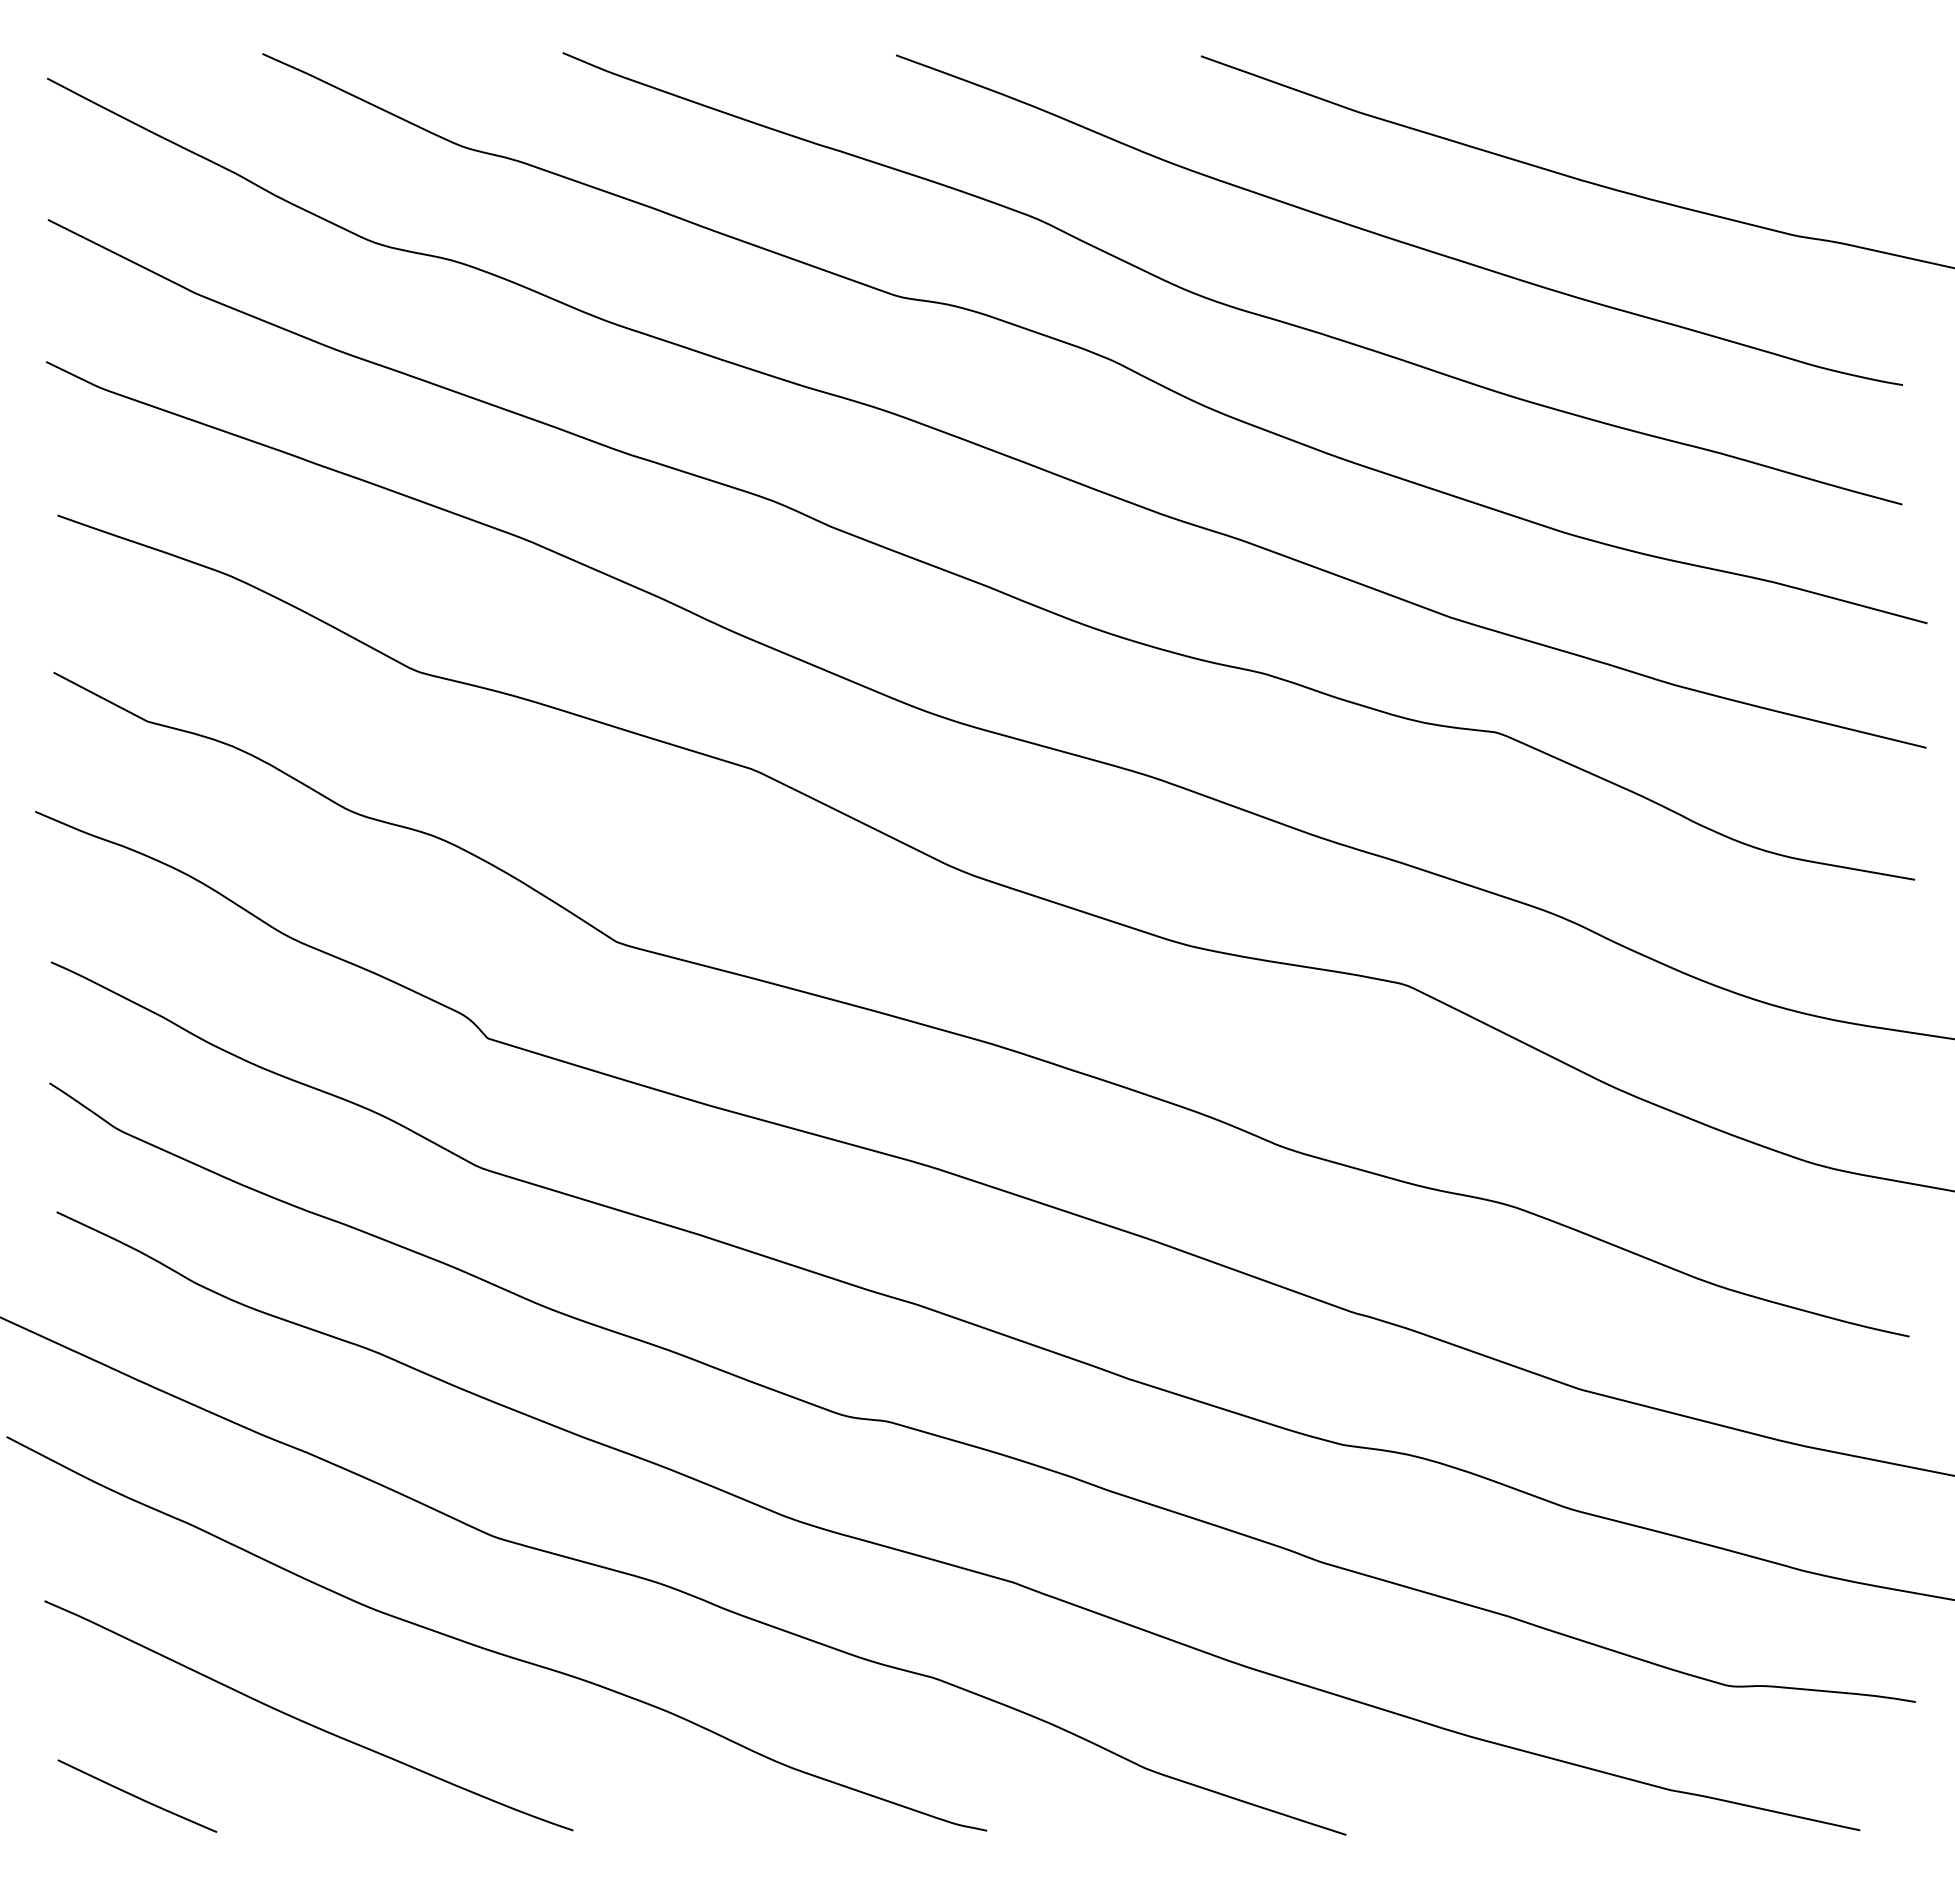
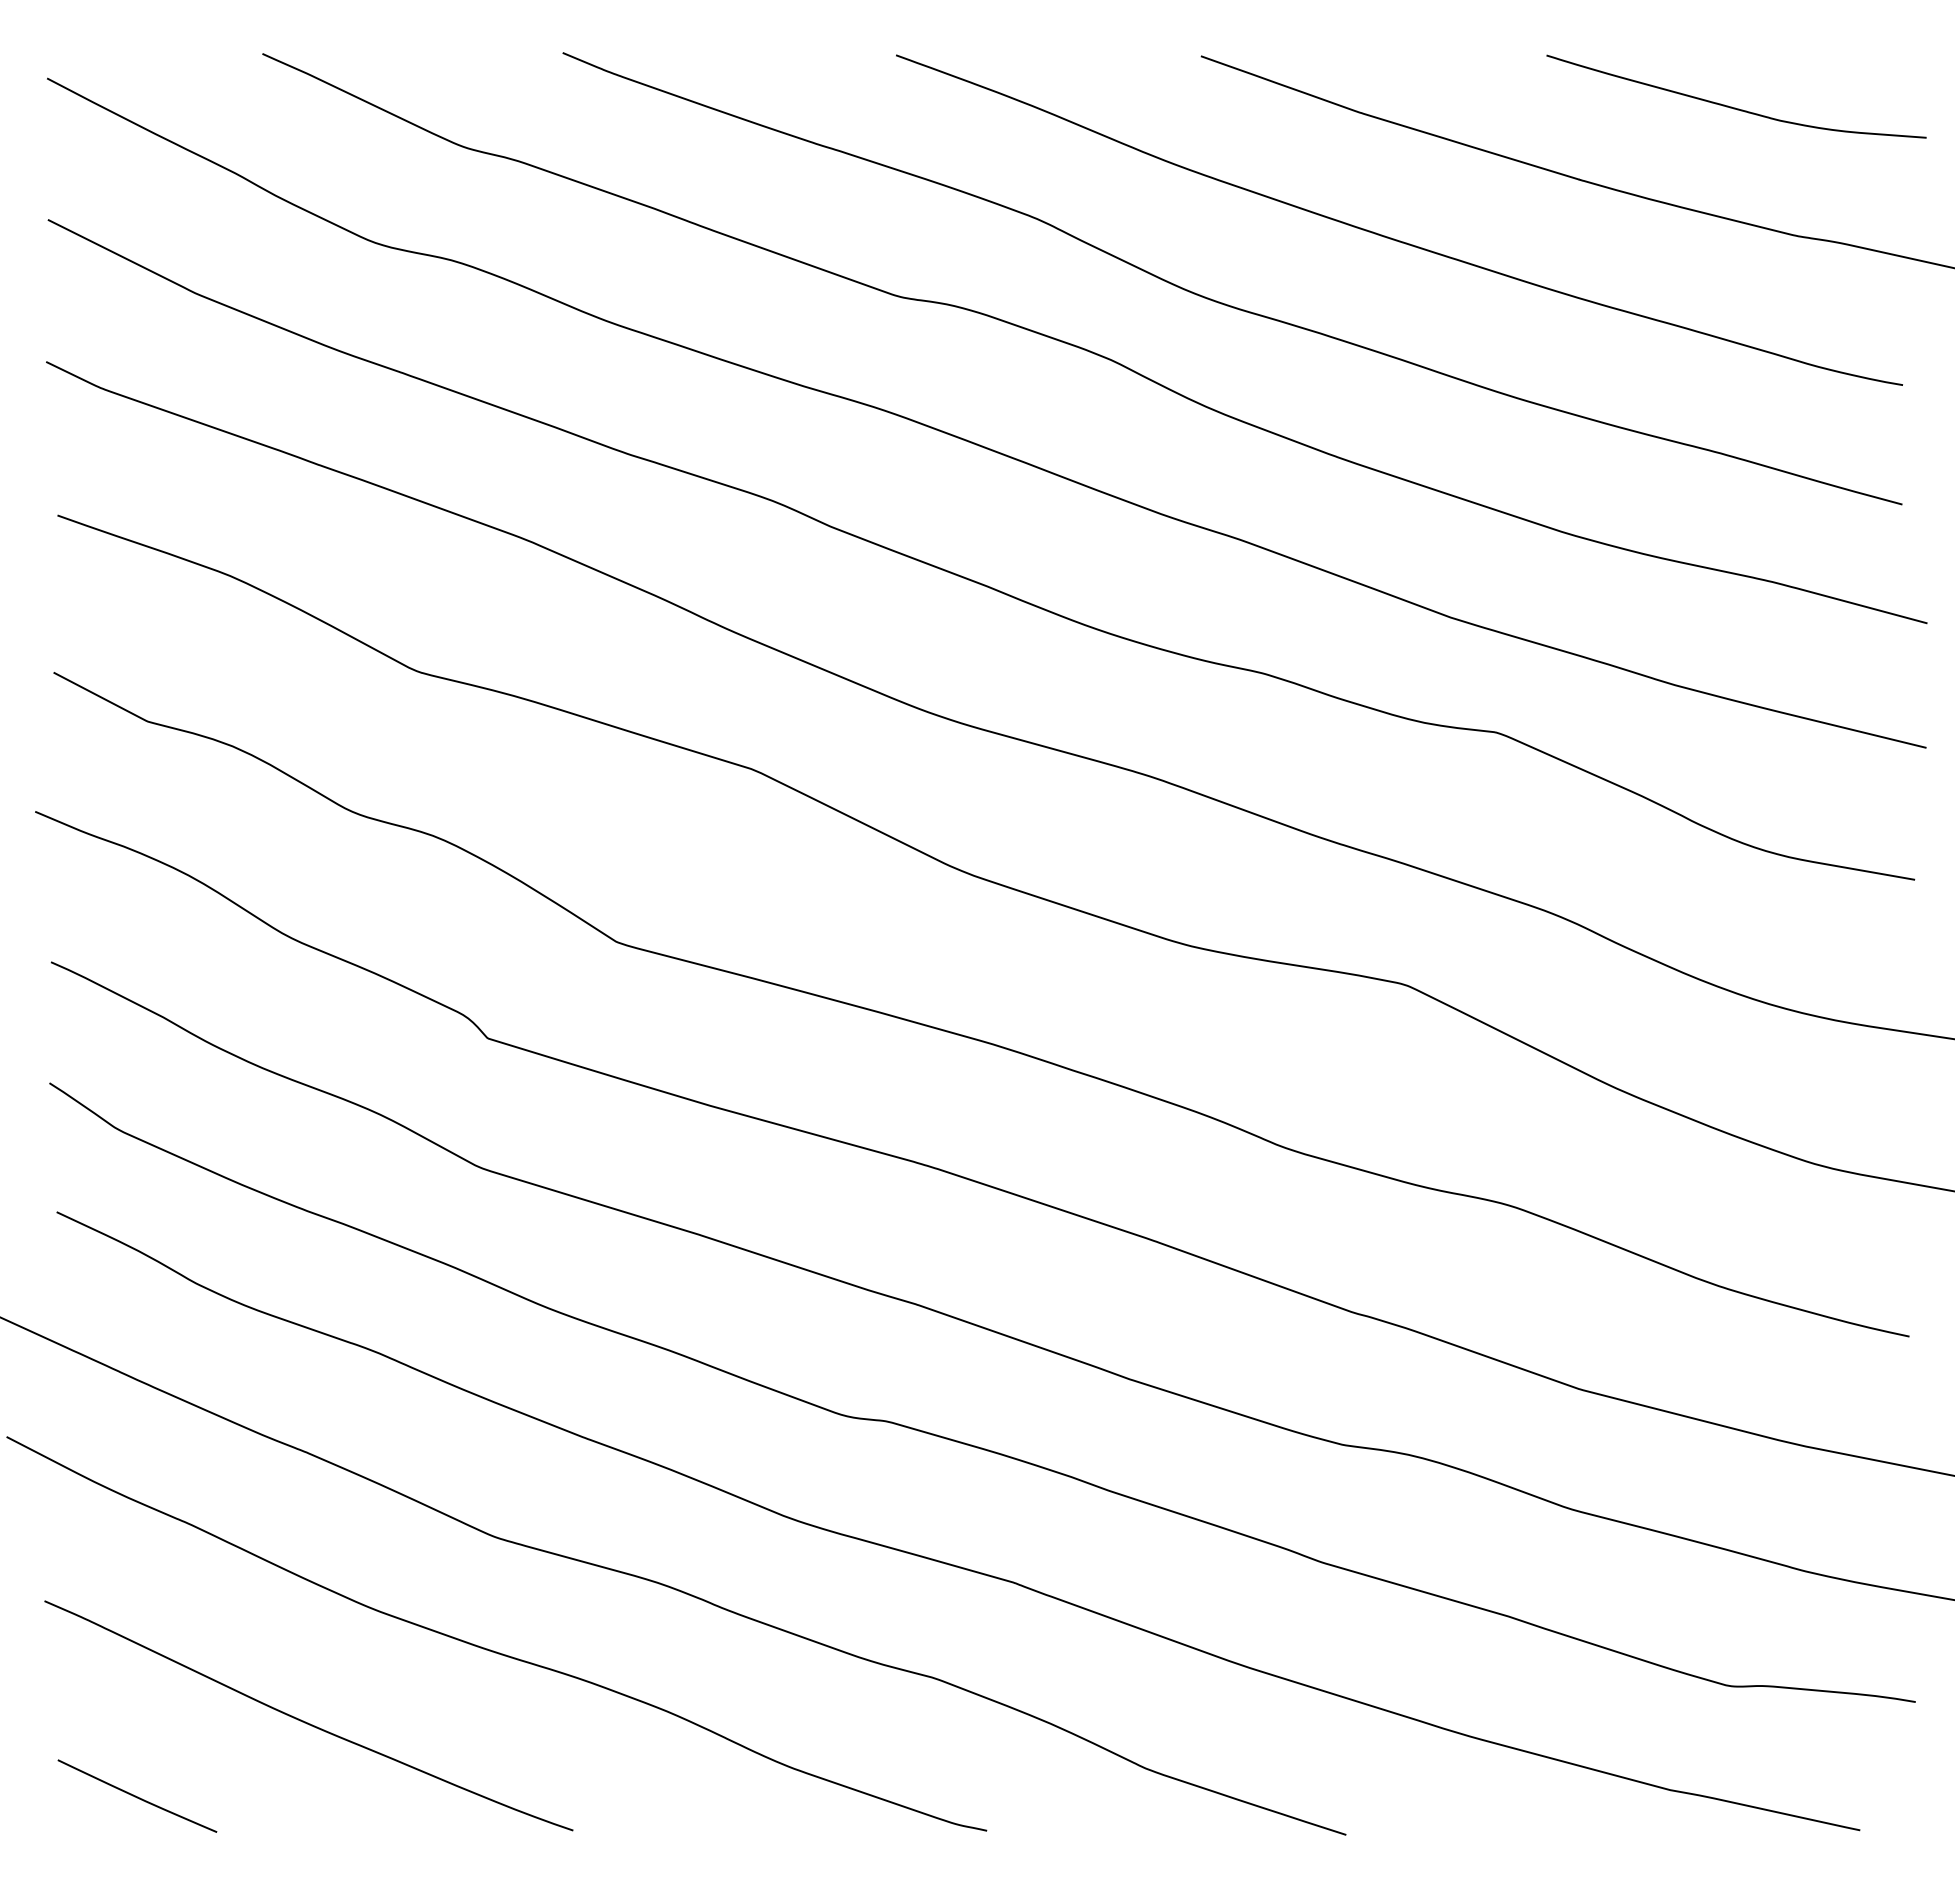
curve at (1735, 107): none -> present
